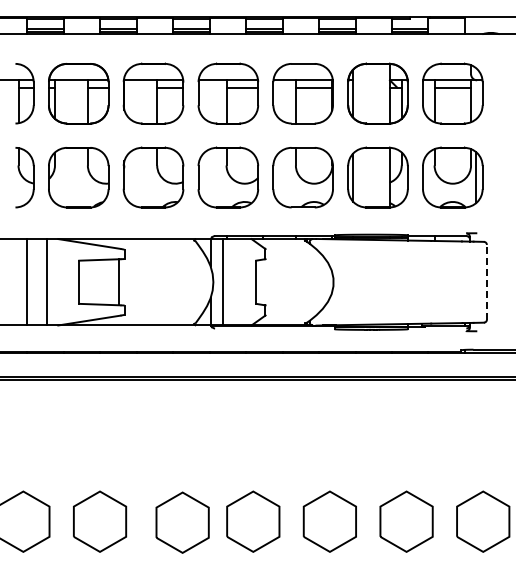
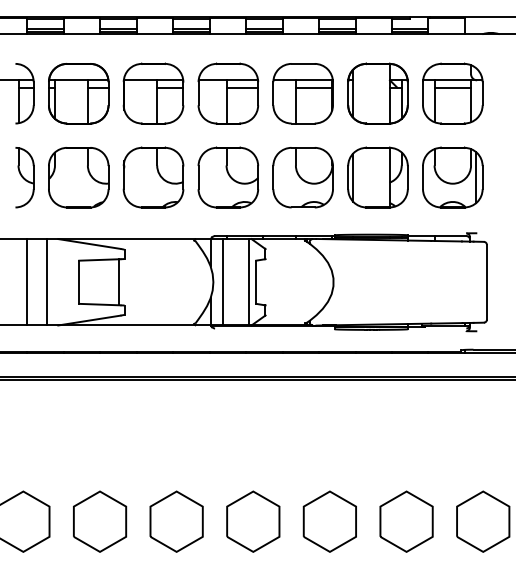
line at (486, 281): dashed -> solid
line at (249, 282): none -> present
part at (182, 522) position: (182, 522) -> (176, 521)
